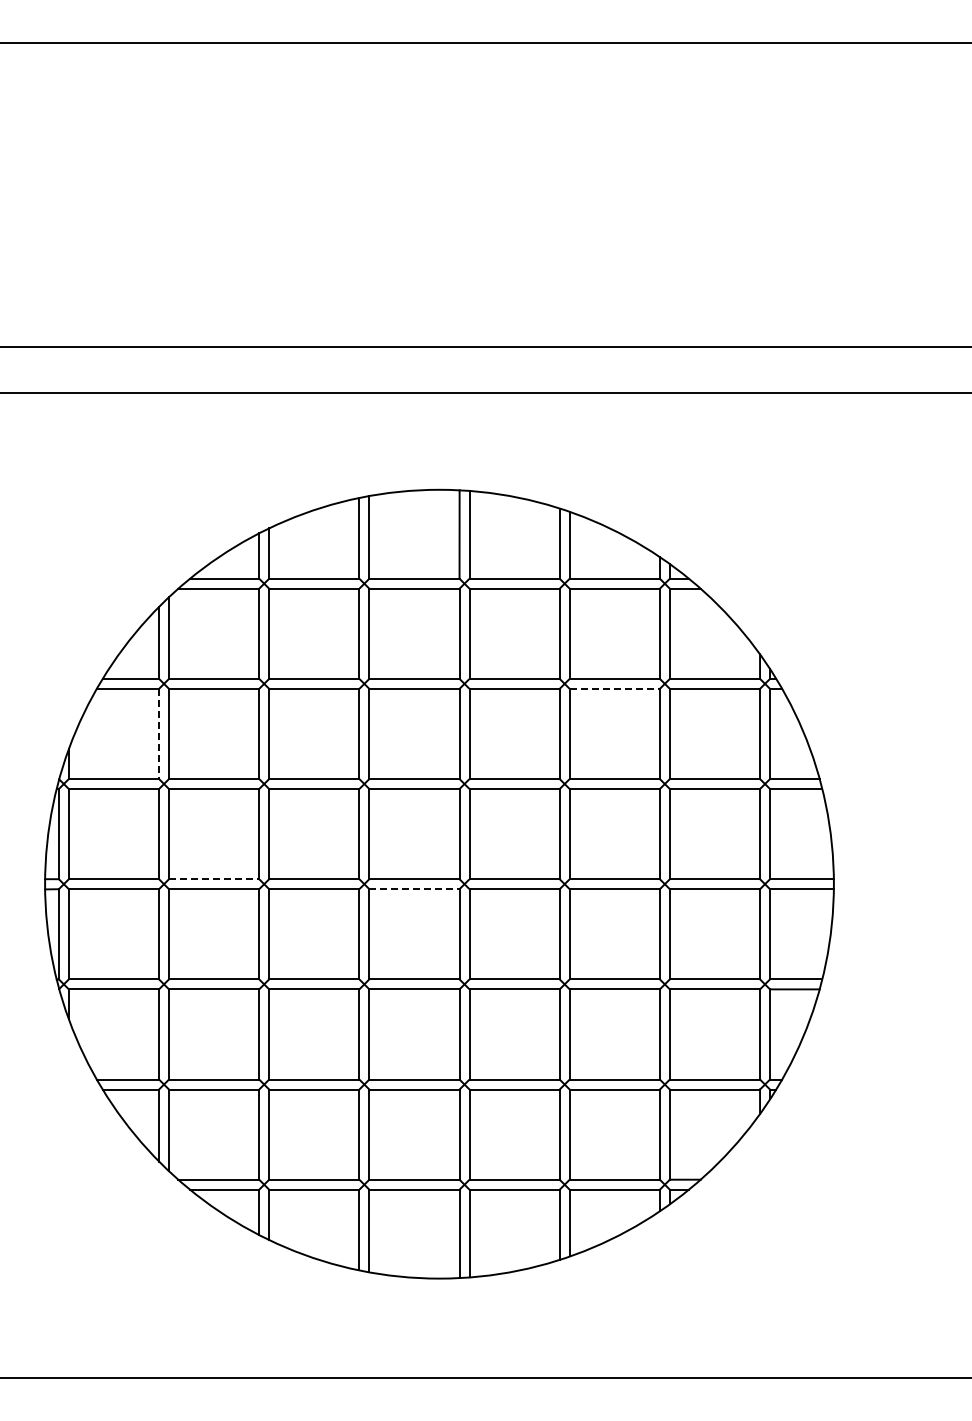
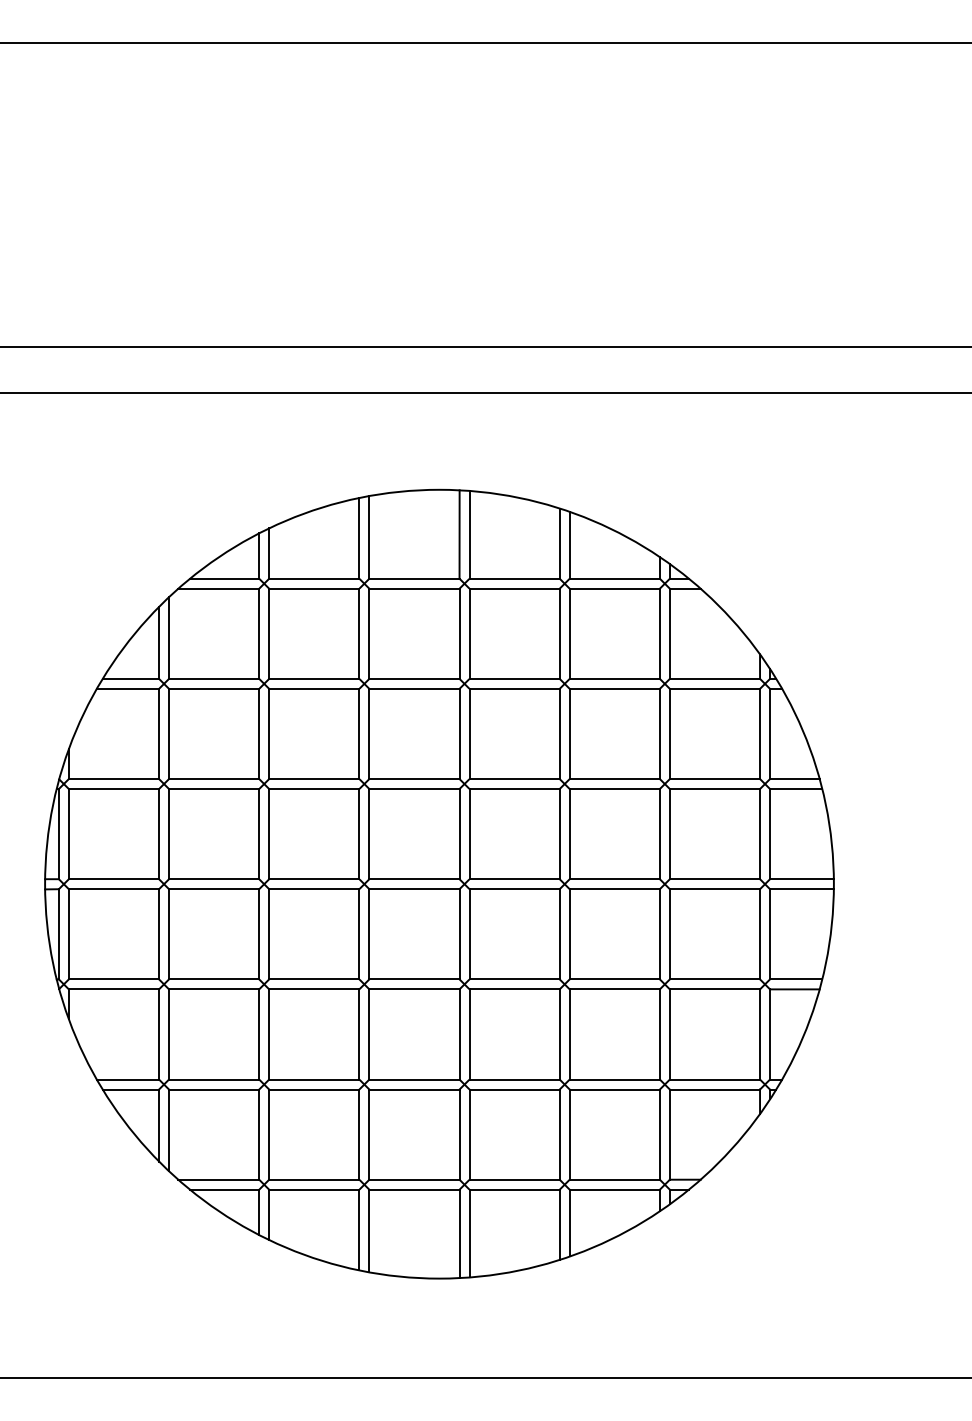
line at (615, 688): dashed -> solid
line at (159, 734): dashed -> solid
line at (214, 879): dashed -> solid
line at (414, 889): dashed -> solid
